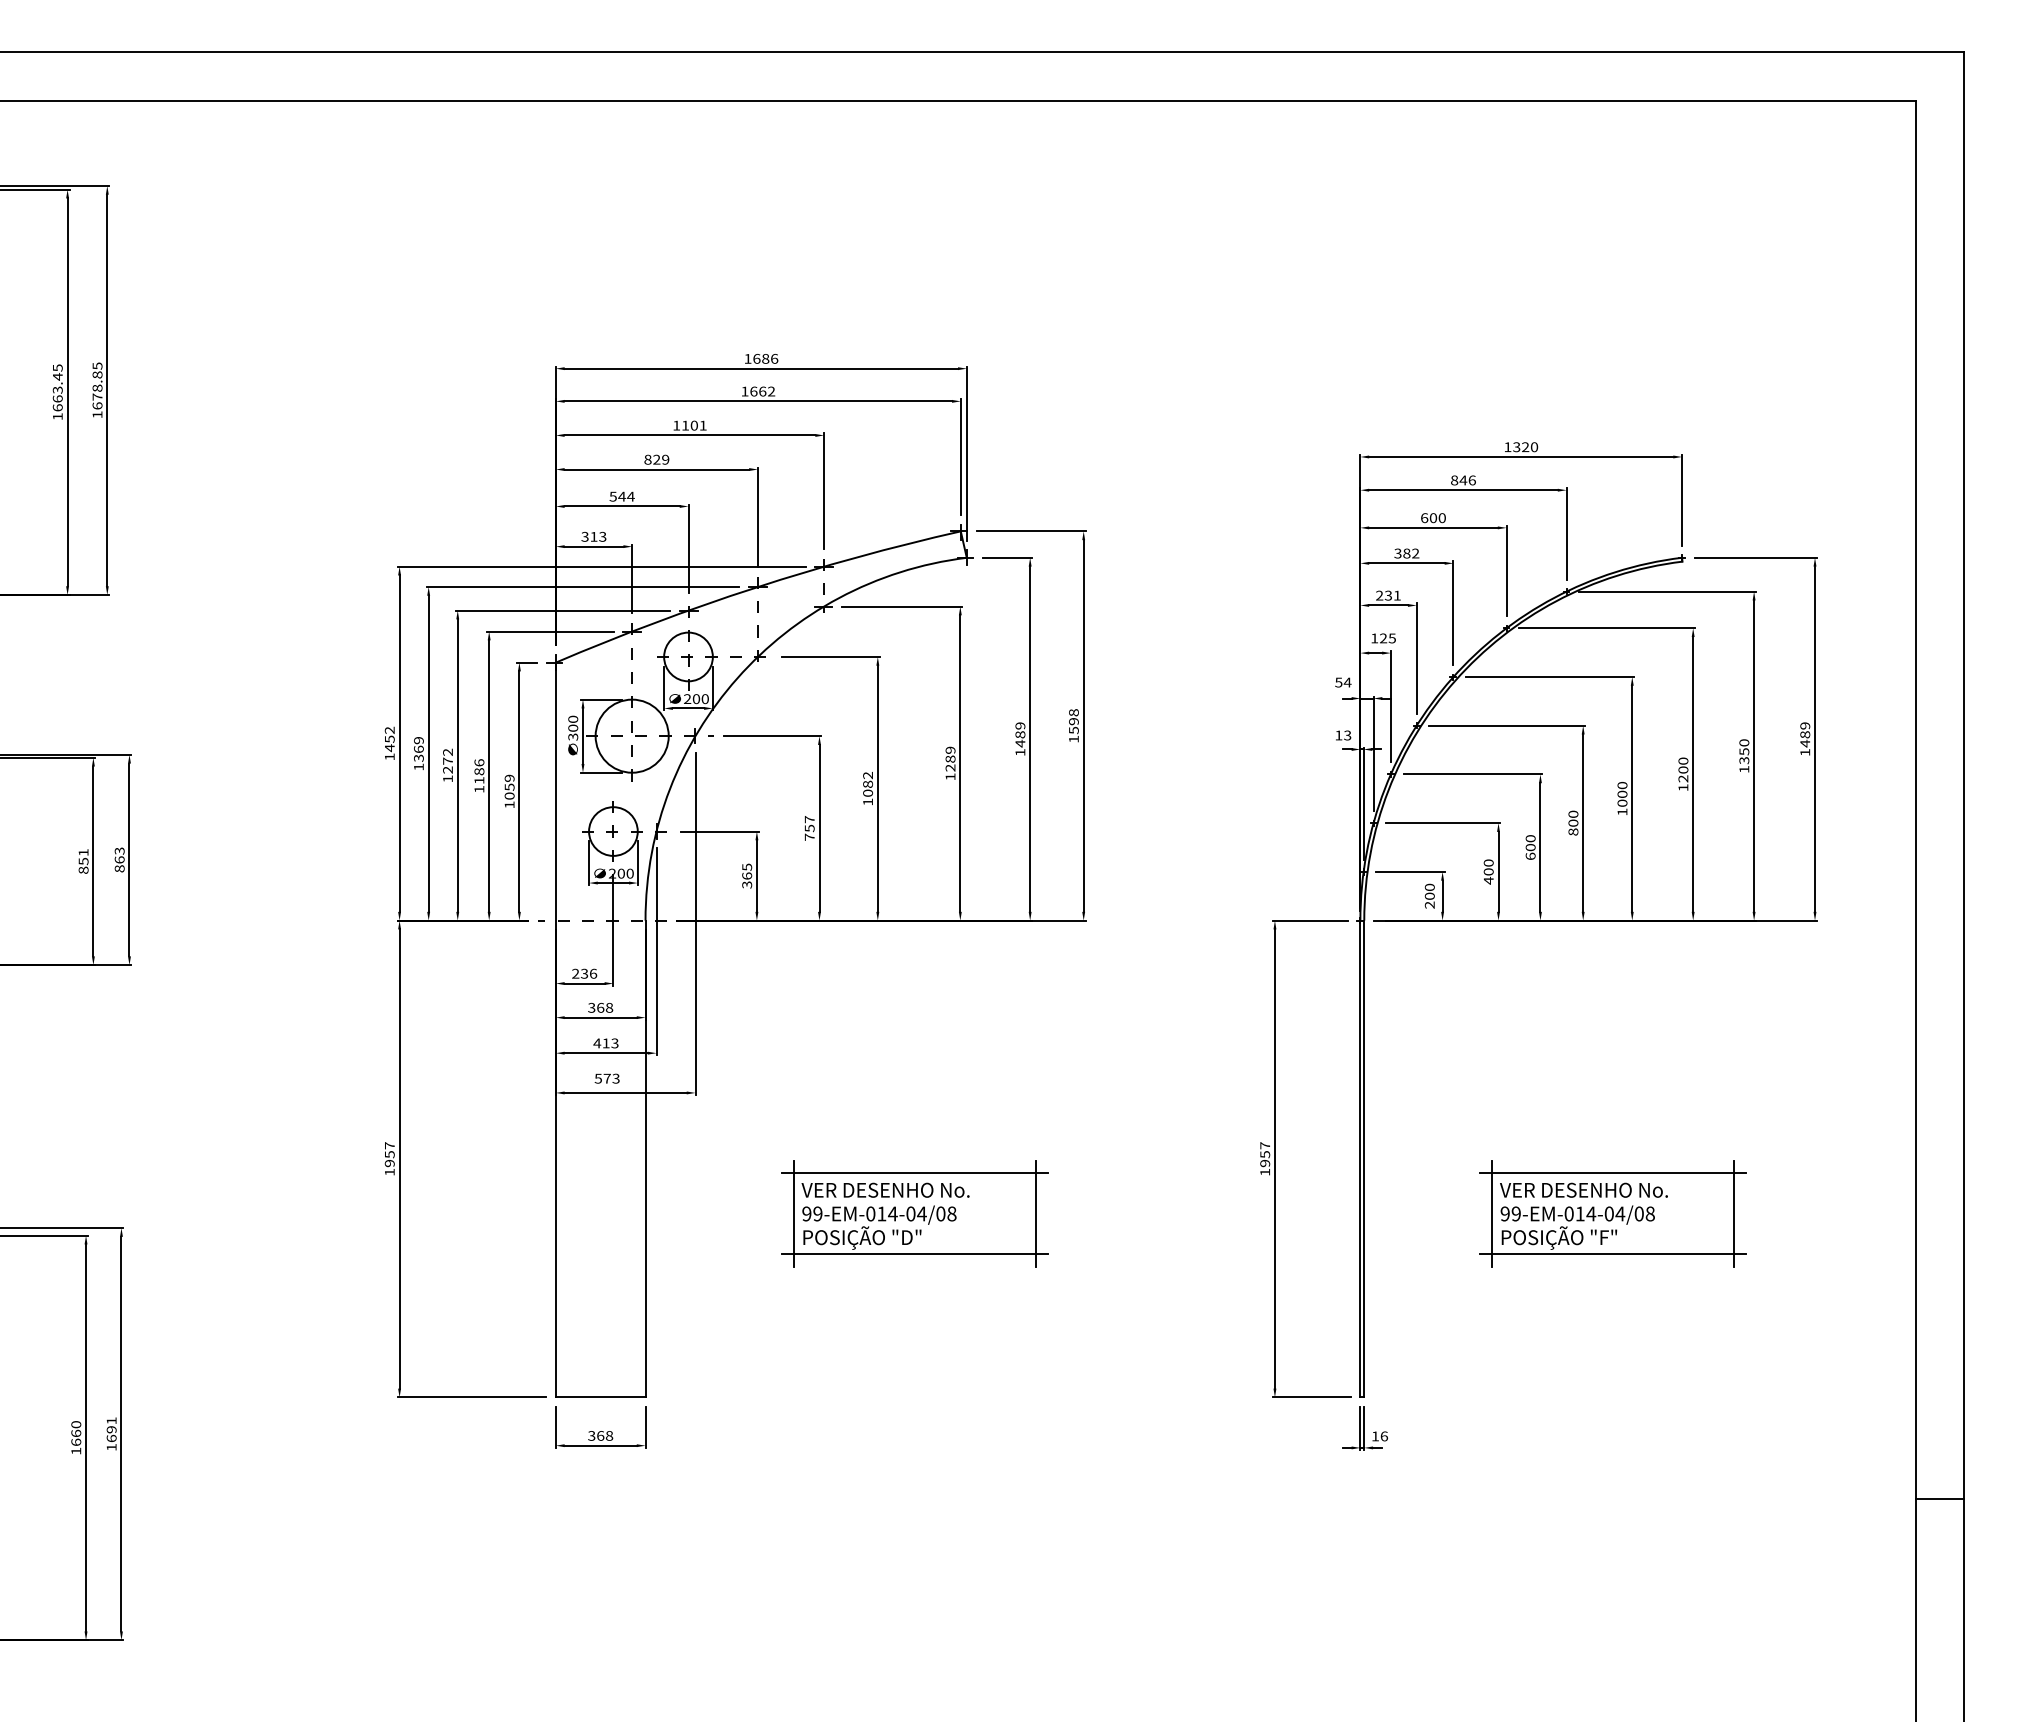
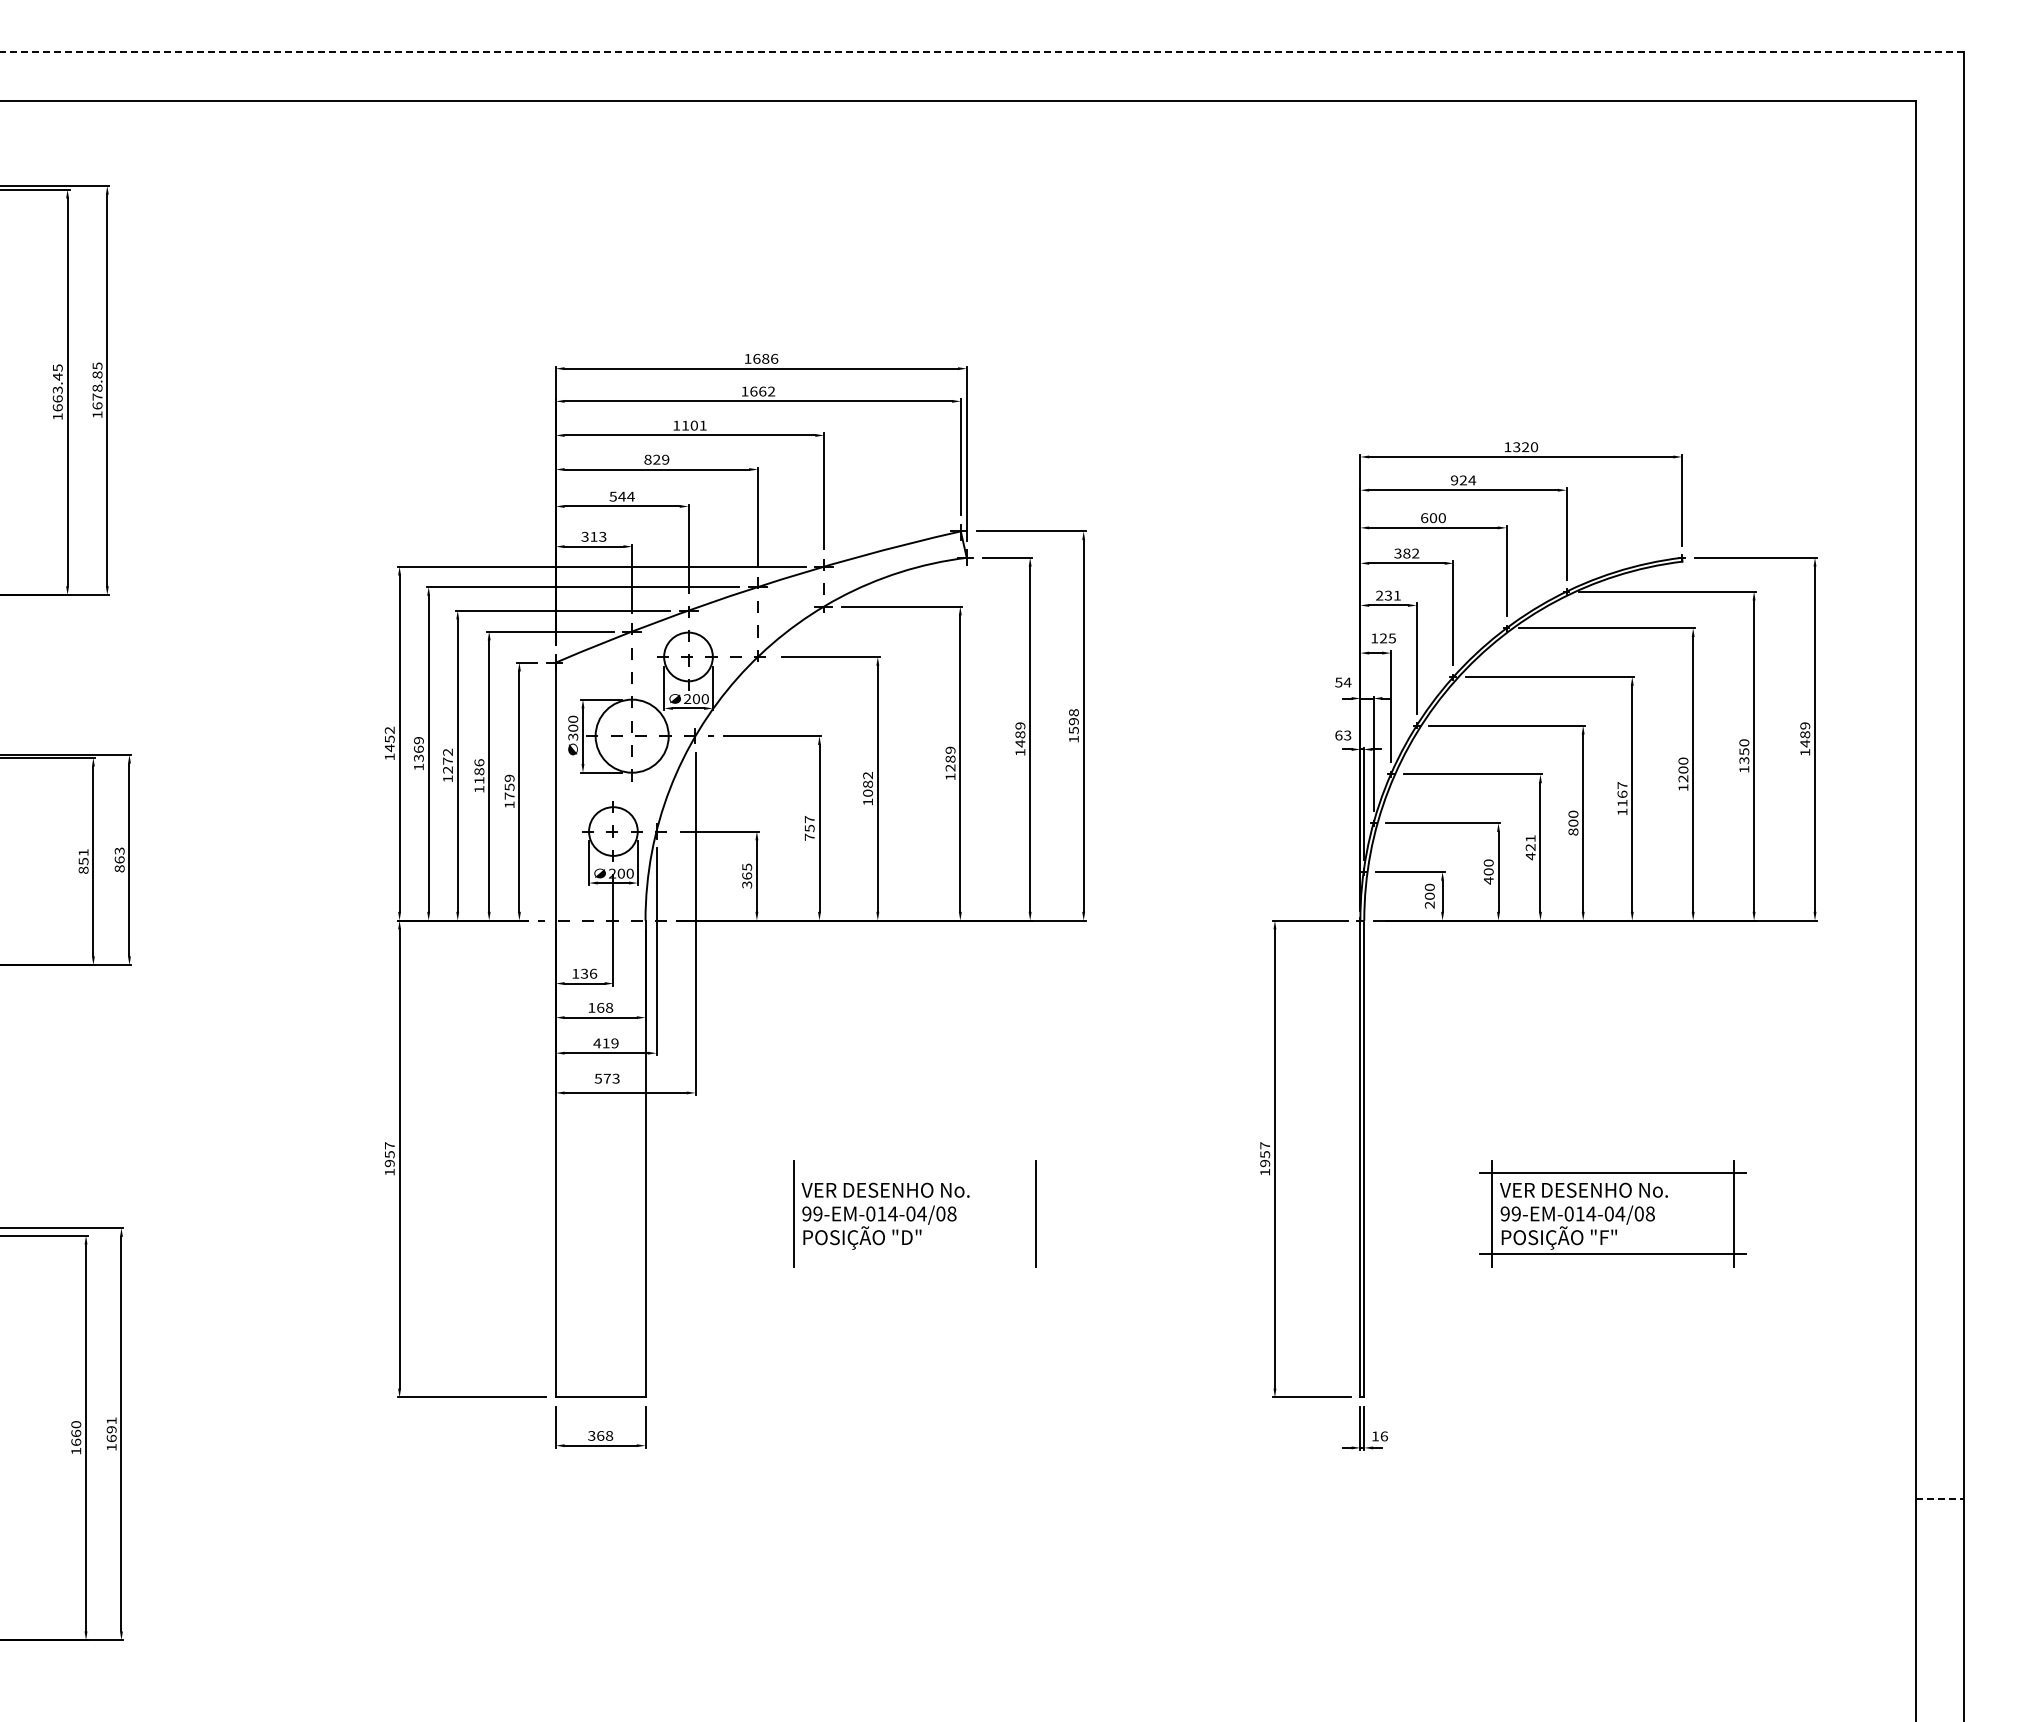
line at (982, 51): solid -> dashed
text at (1463, 480): 846 -> 924
text at (1338, 735): 13 -> 63
text at (1622, 793): 1000 -> 1167
text at (509, 795): 1059 -> 1759
text at (1530, 847): 600 -> 421
text at (575, 973): 236 -> 136
text at (591, 1007): 368 -> 168
text at (614, 1043): 413 -> 419
line at (914, 1172): present -> none
line at (914, 1254): present -> none
line at (1940, 1499): solid -> dashed
